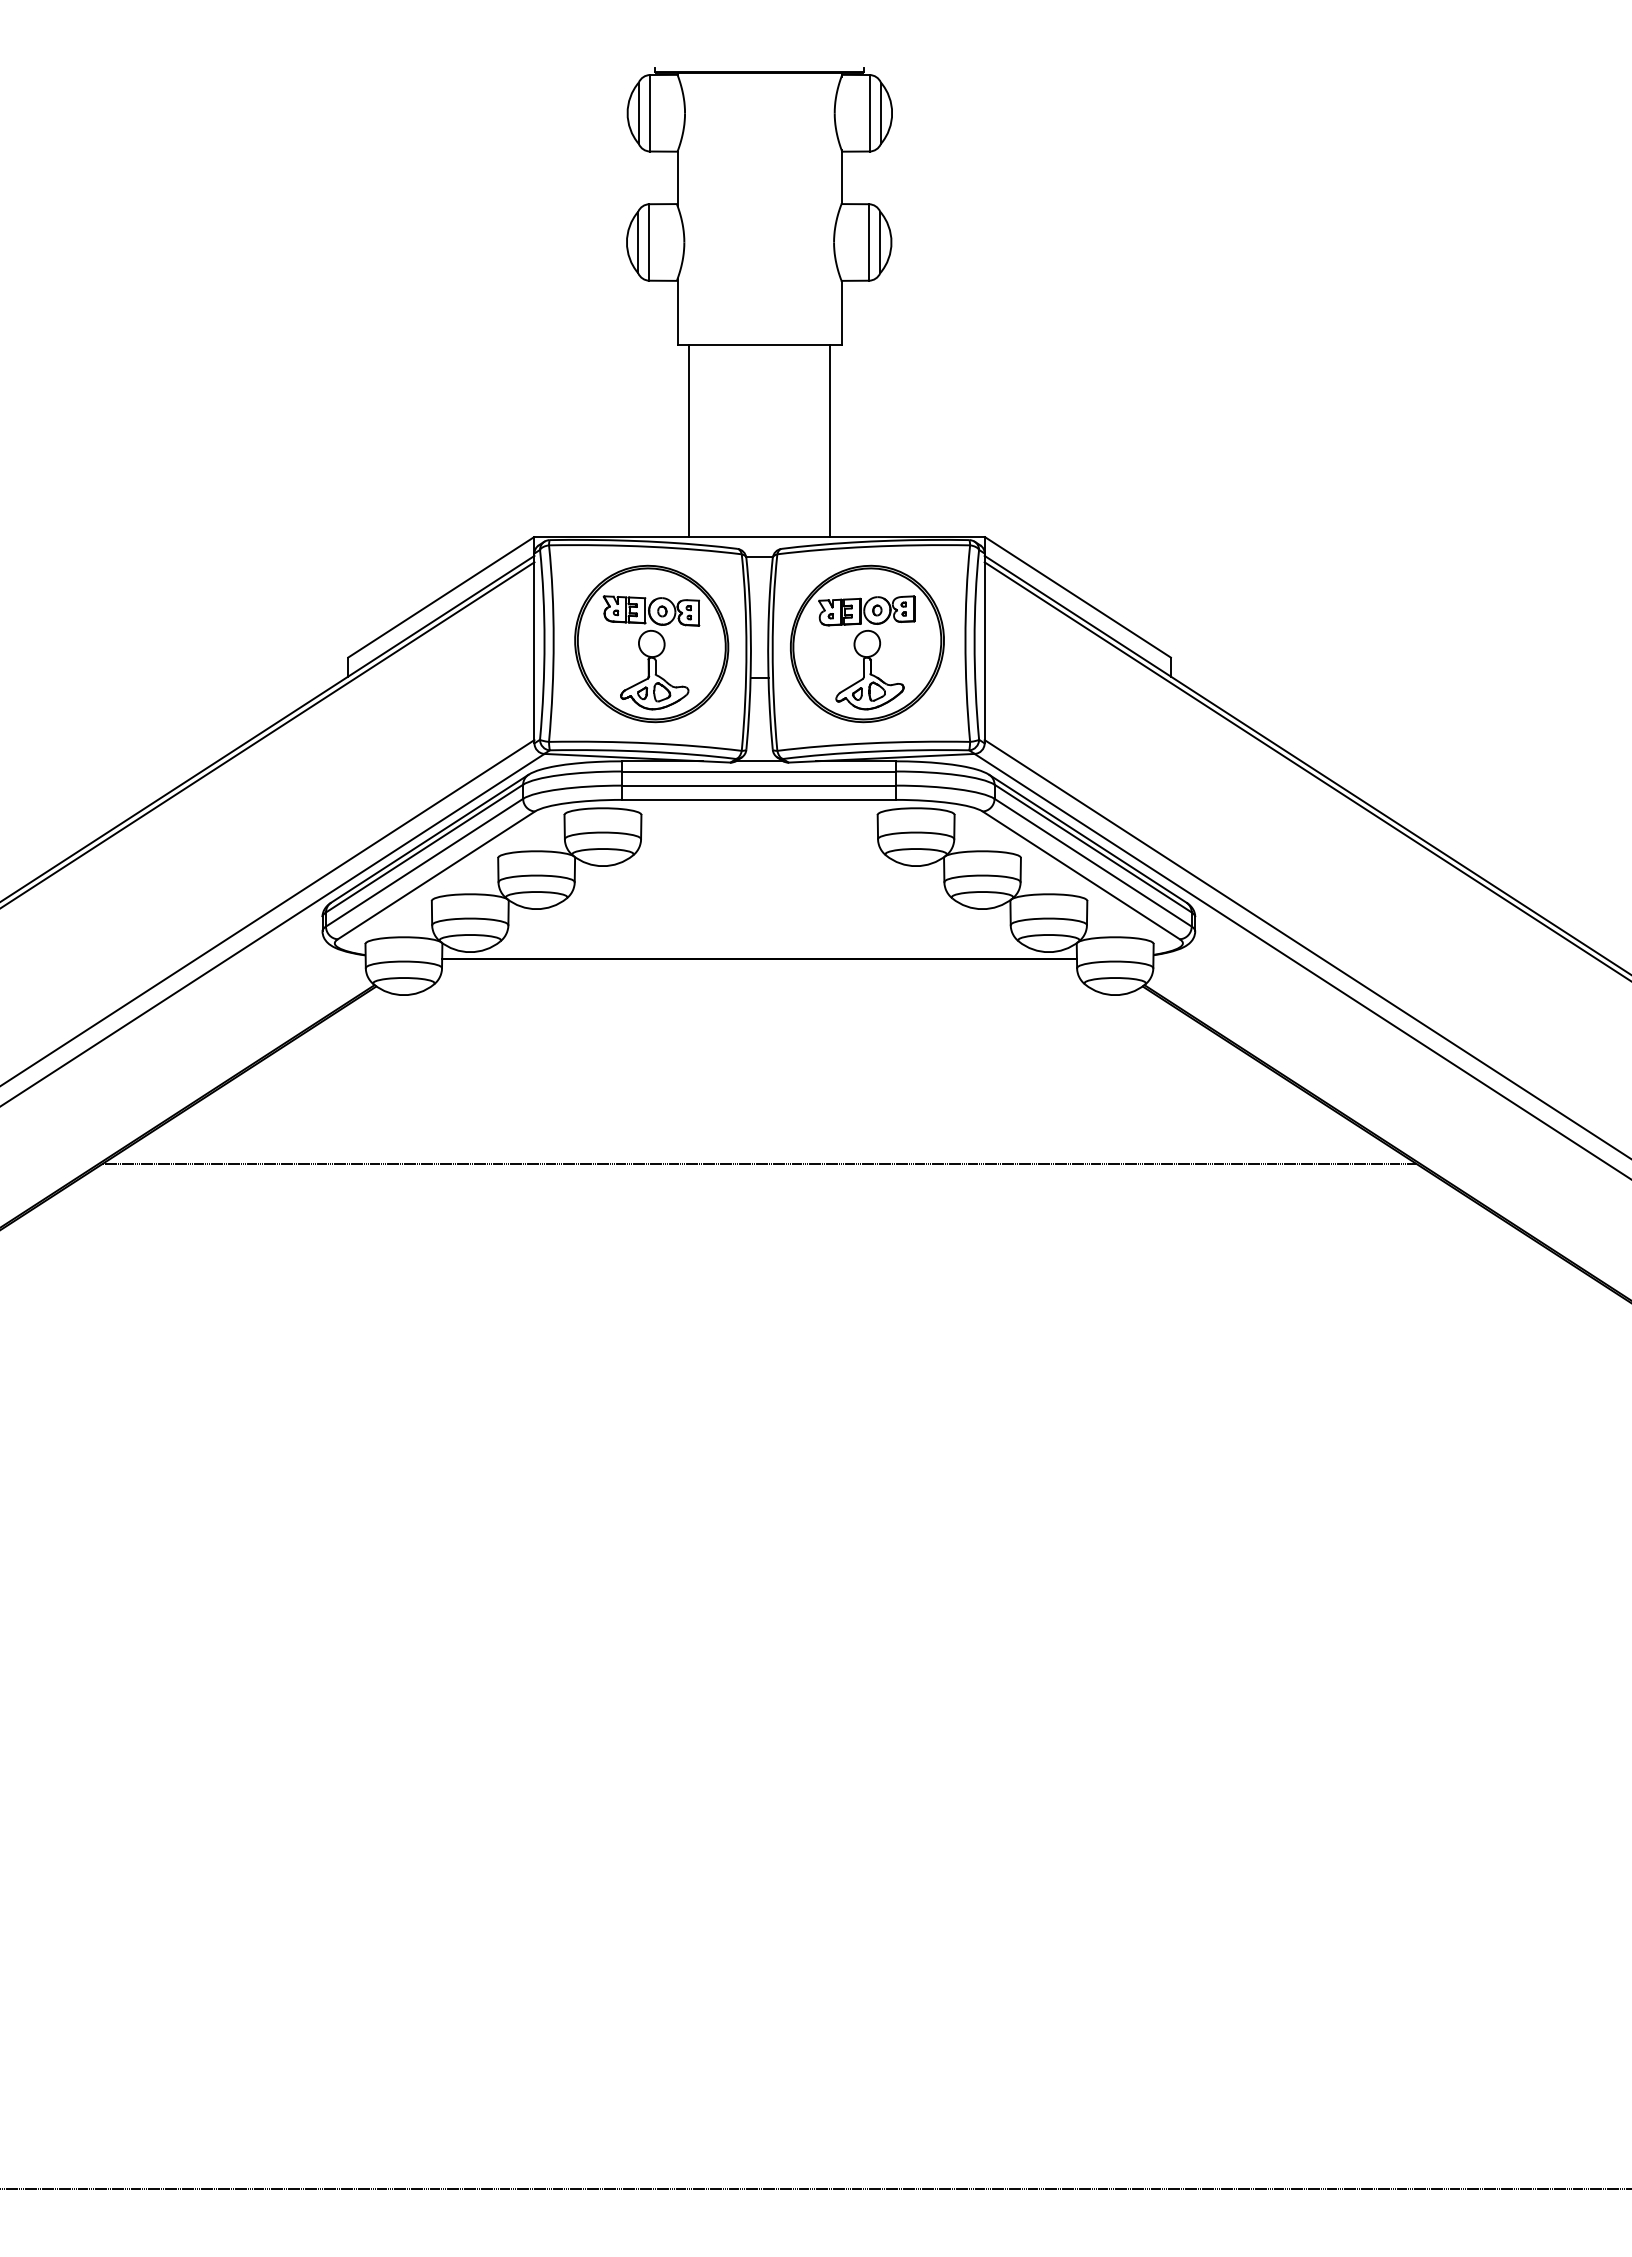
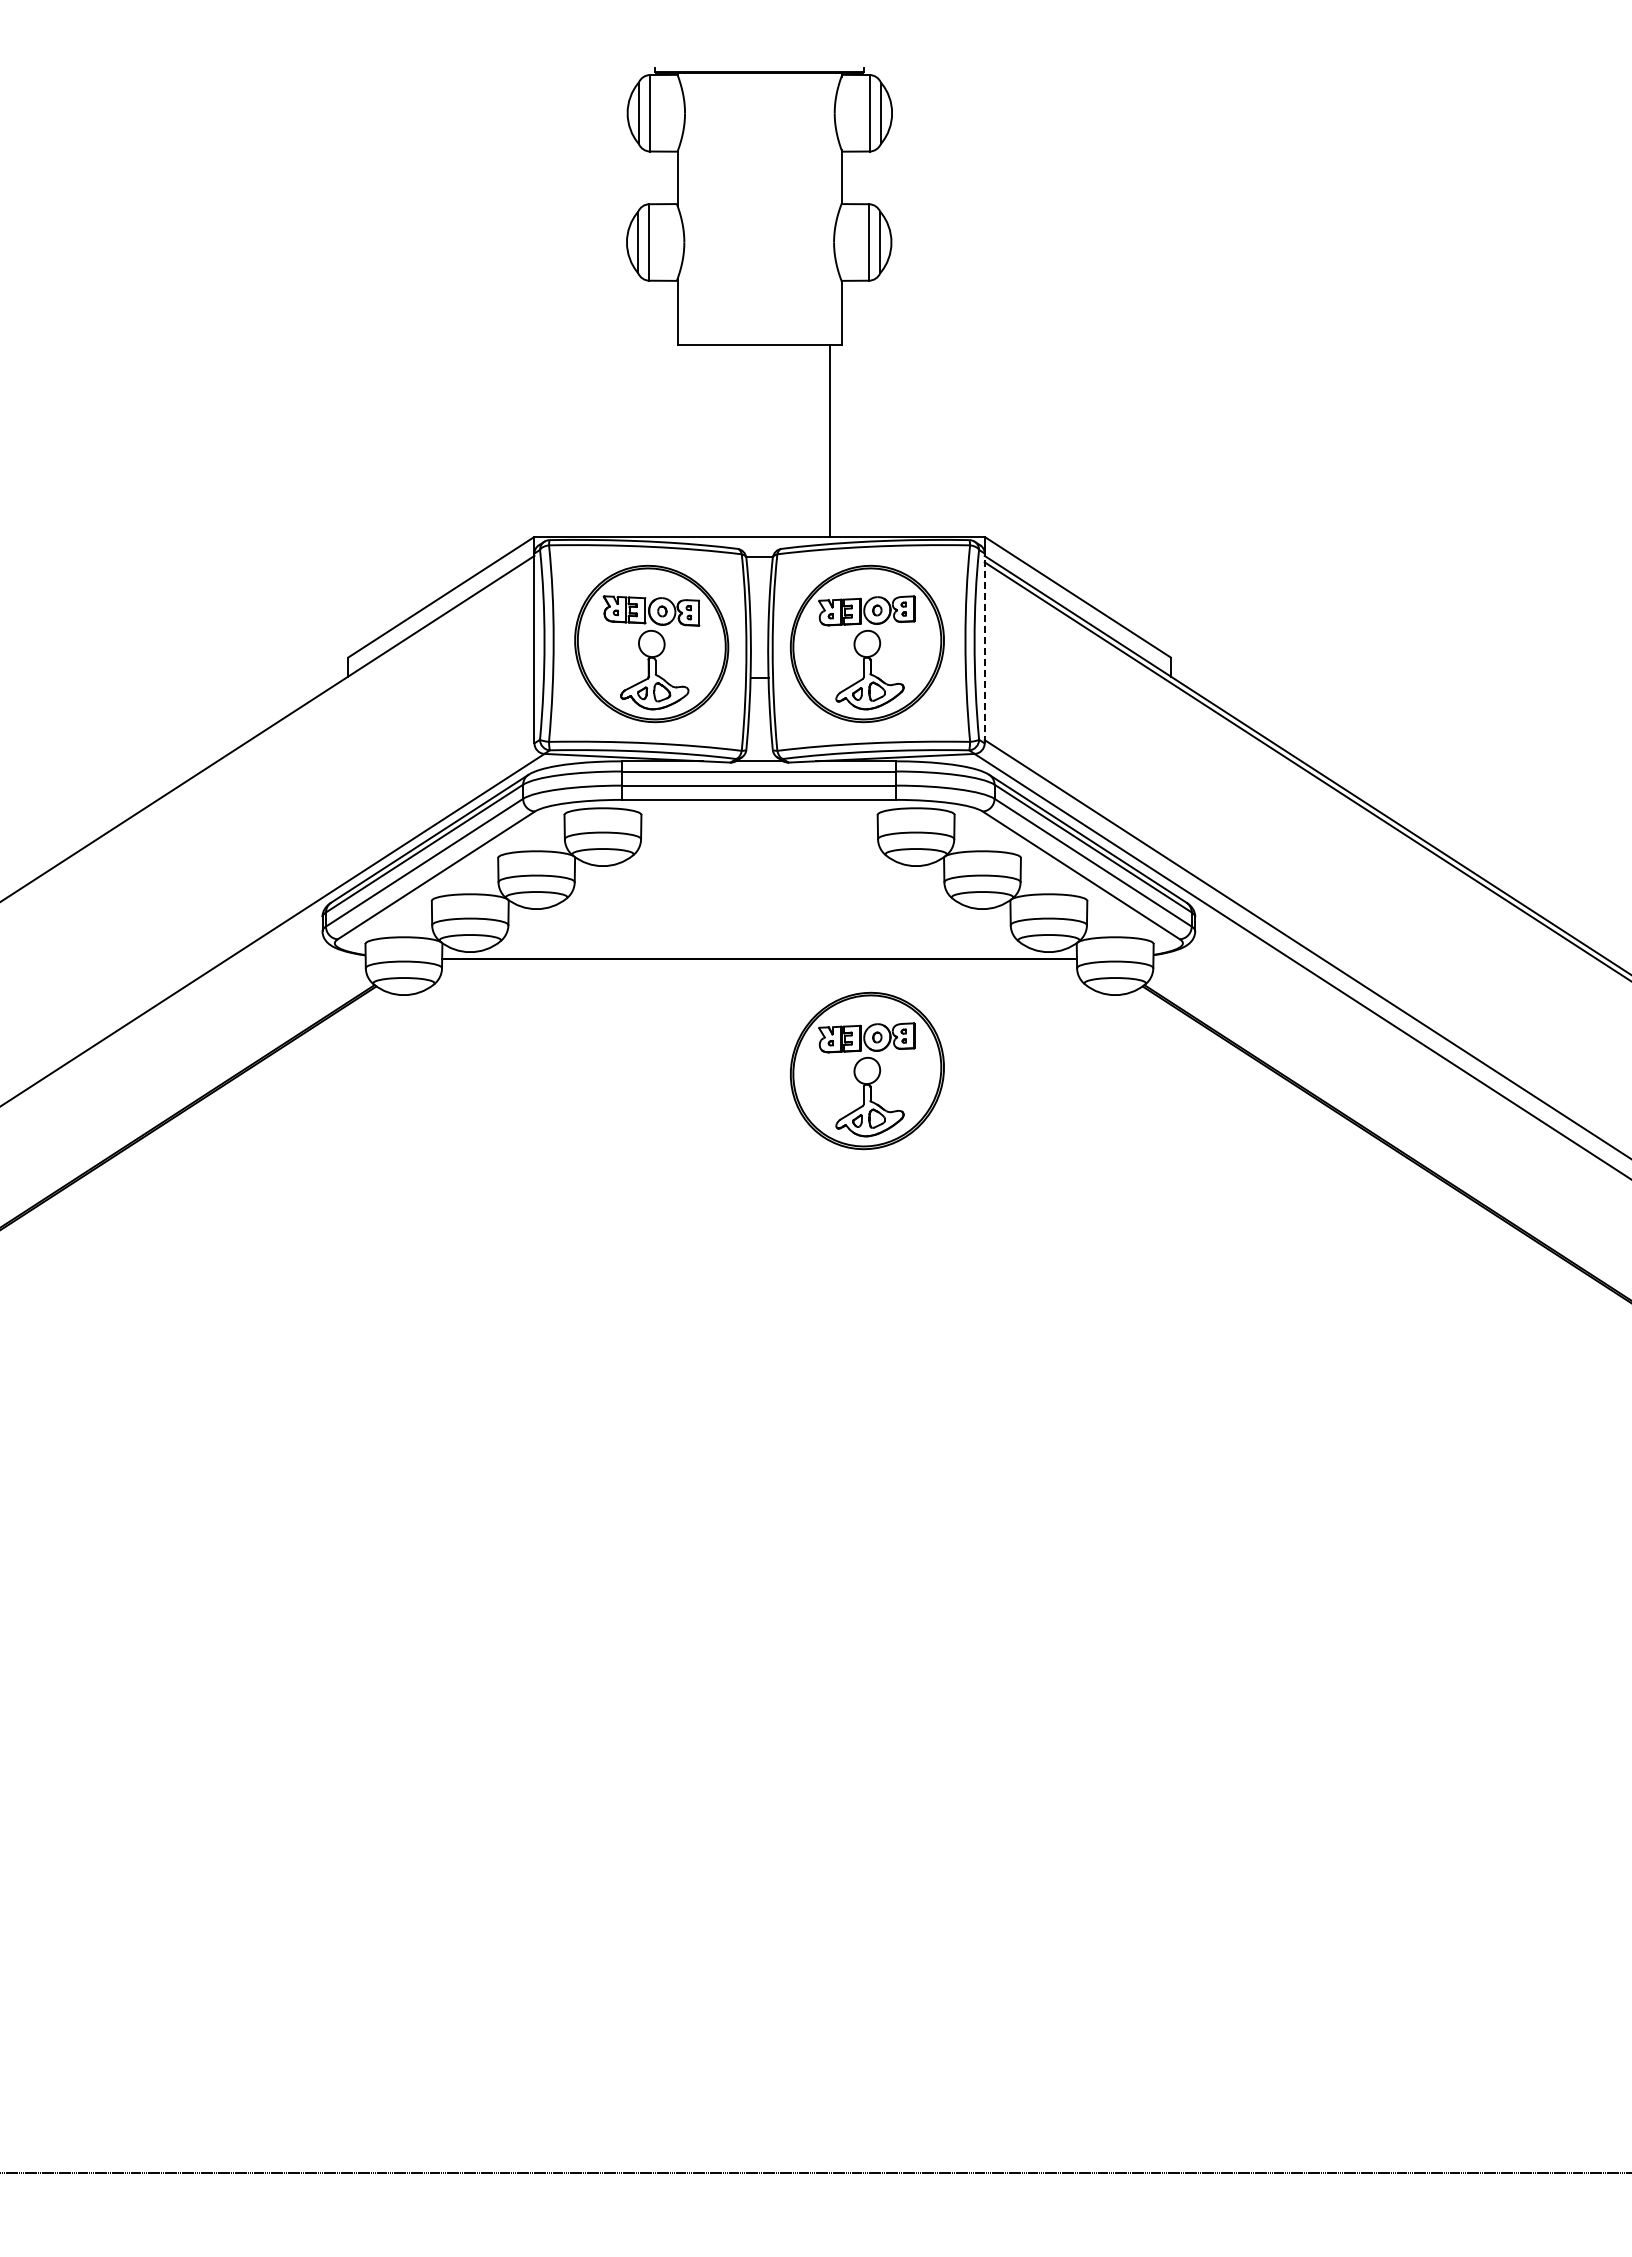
line at (688, 441): present -> none
line at (984, 648): solid -> dashed
line at (268, 734): present -> none
line at (268, 912): present -> none
part at (867, 1070): none -> present
line at (759, 1163): present -> none
line at (815, 2189) position: (815, 2189) -> (815, 2173)
